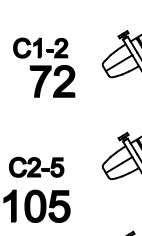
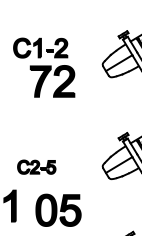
part at (36, 166) size: 56x22 px -> 40x16 px
part at (47, 205) position: (47, 205) -> (58, 209)
